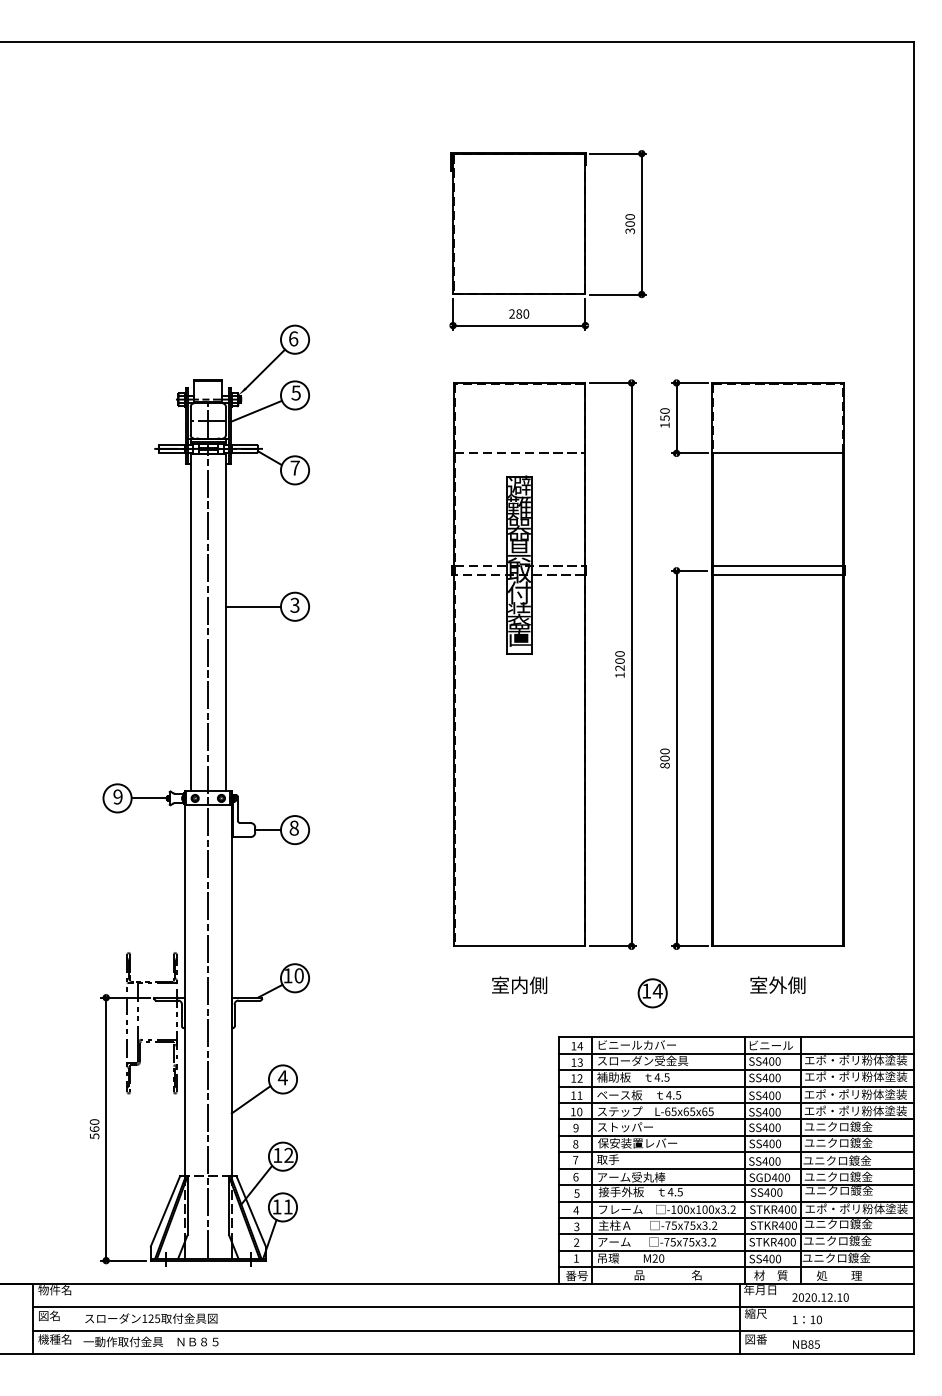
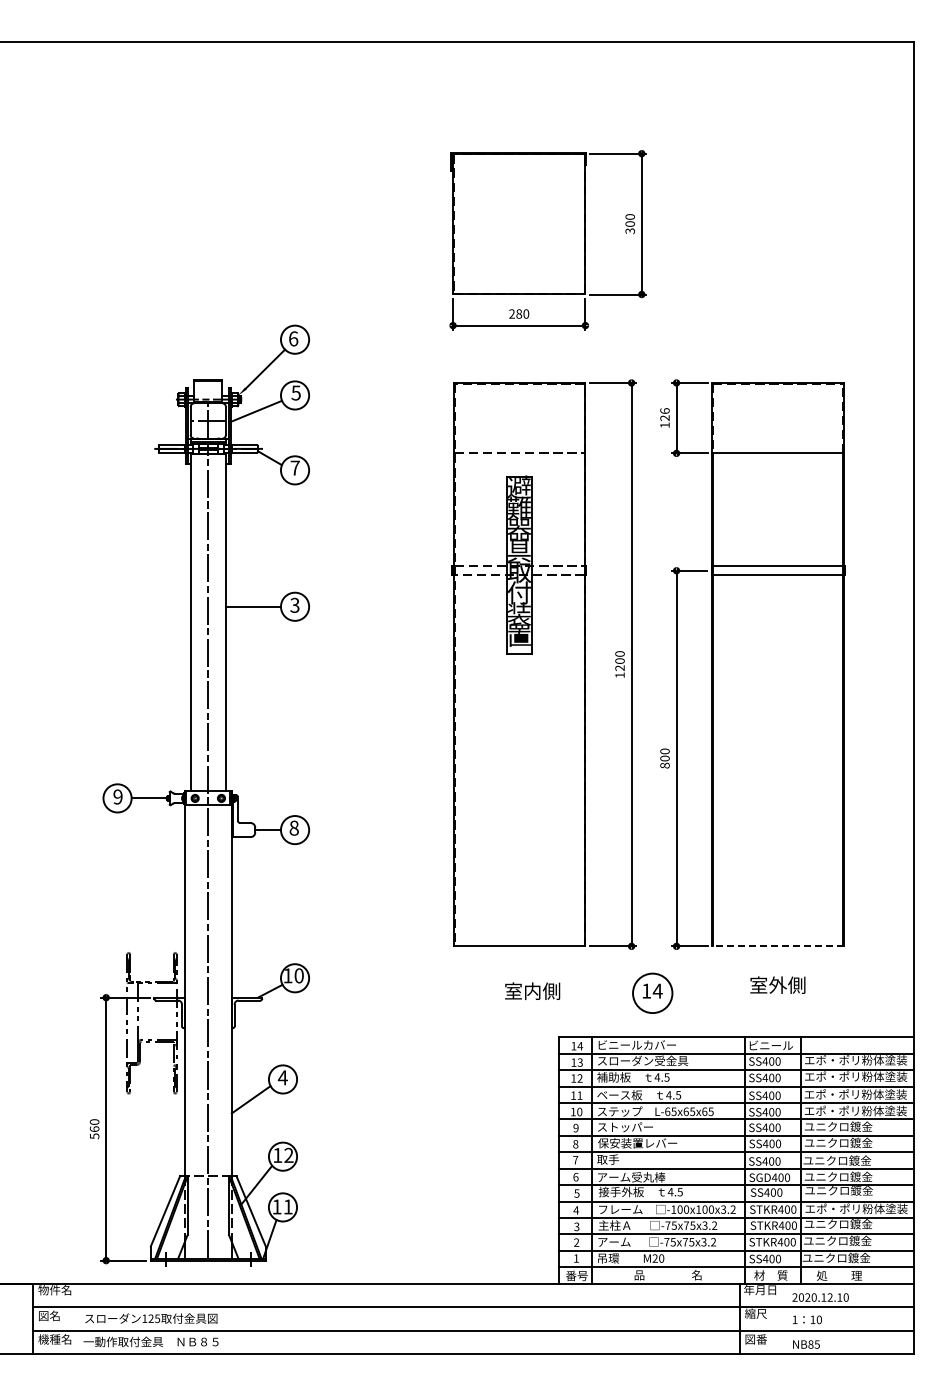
text at (664, 414): 150 -> 126
line at (777, 946): solid -> dashed
text at (519, 984) position: (519, 984) -> (532, 990)
circle at (652, 993) diameter: 28 px -> 39 px
